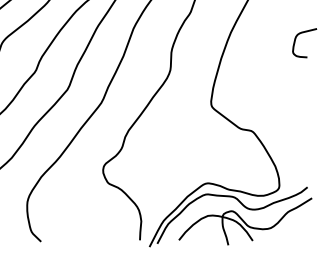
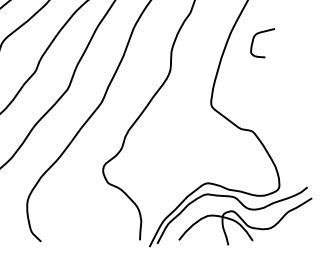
curve at (296, 39) position: (296, 39) -> (254, 39)
